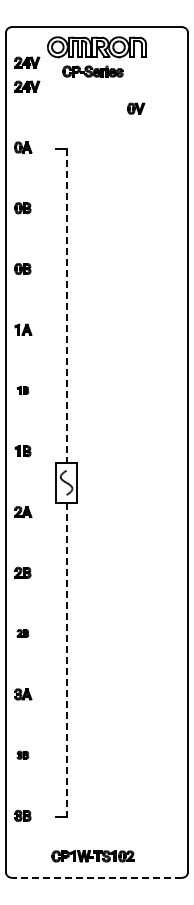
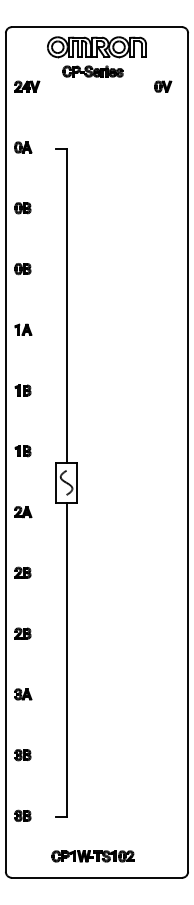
part at (27, 62): present -> none
part at (136, 108) position: (136, 108) -> (163, 86)
line at (66, 305): dashed -> solid
part at (22, 390) size: 14x9 px -> 18x13 px
part at (22, 633) size: 14x9 px -> 18x13 px
line at (66, 660): dashed -> solid
part at (22, 754) size: 14x10 px -> 18x13 px
line at (96, 877): dashed -> solid
